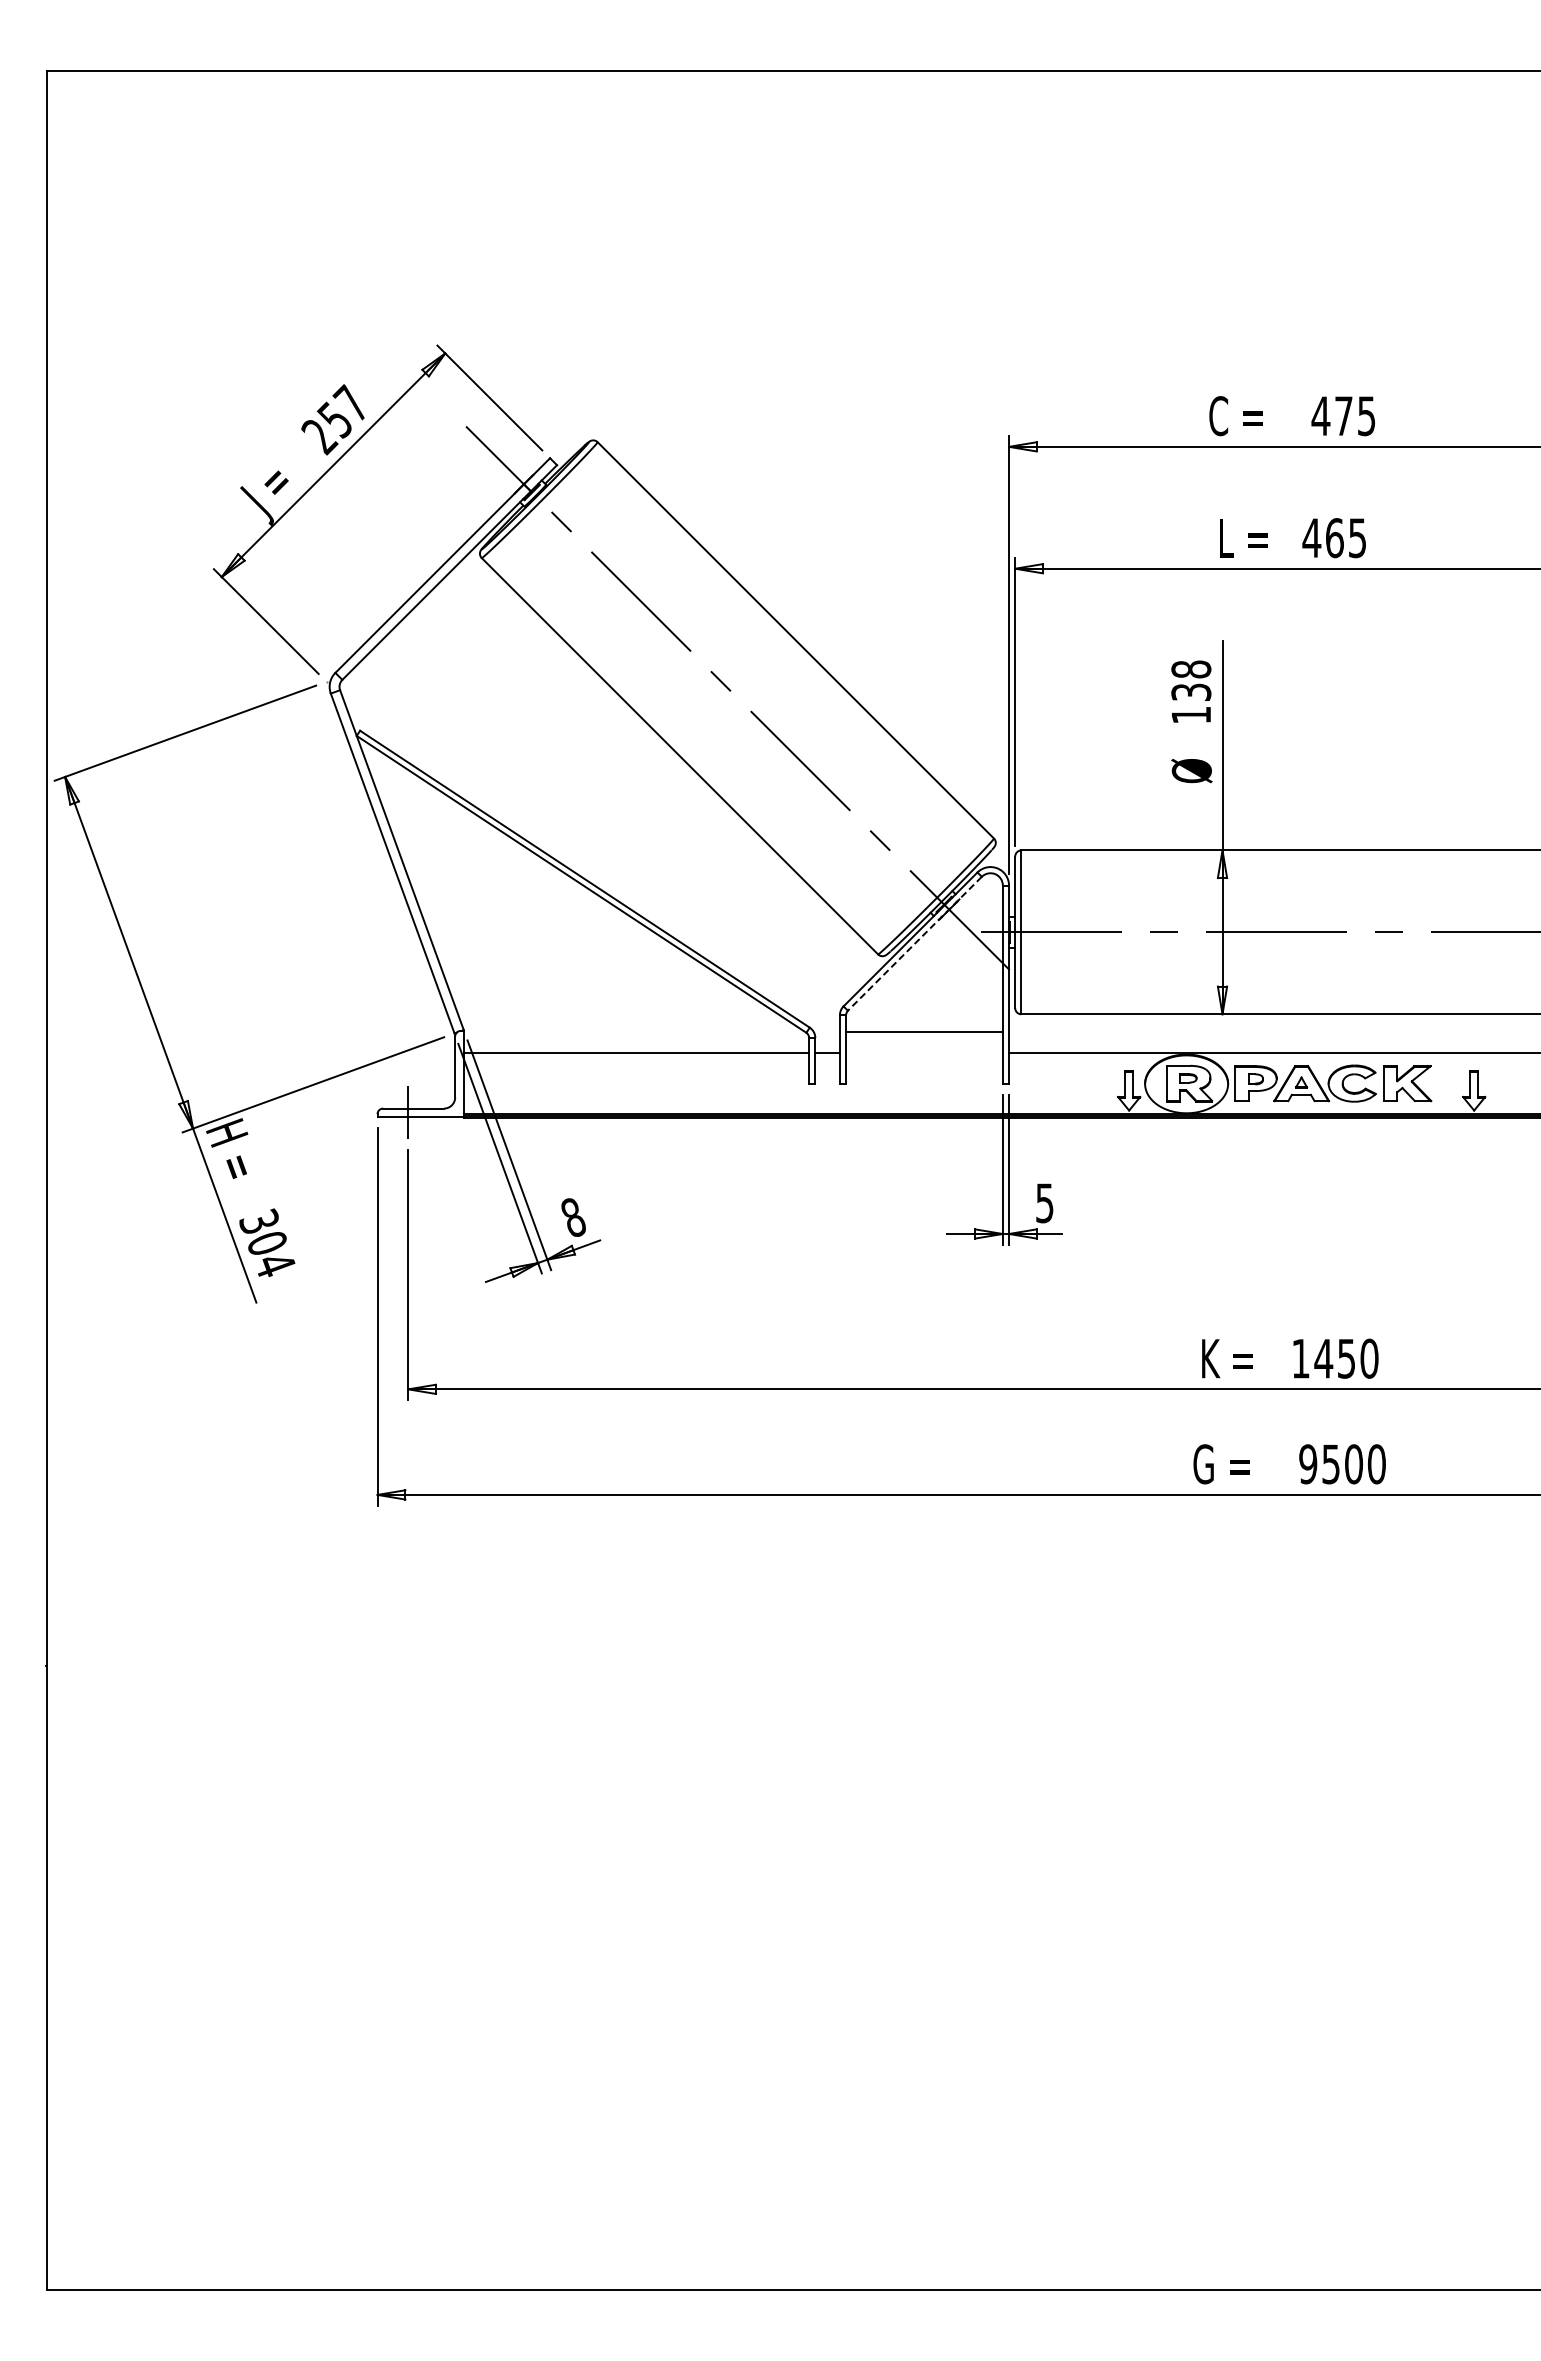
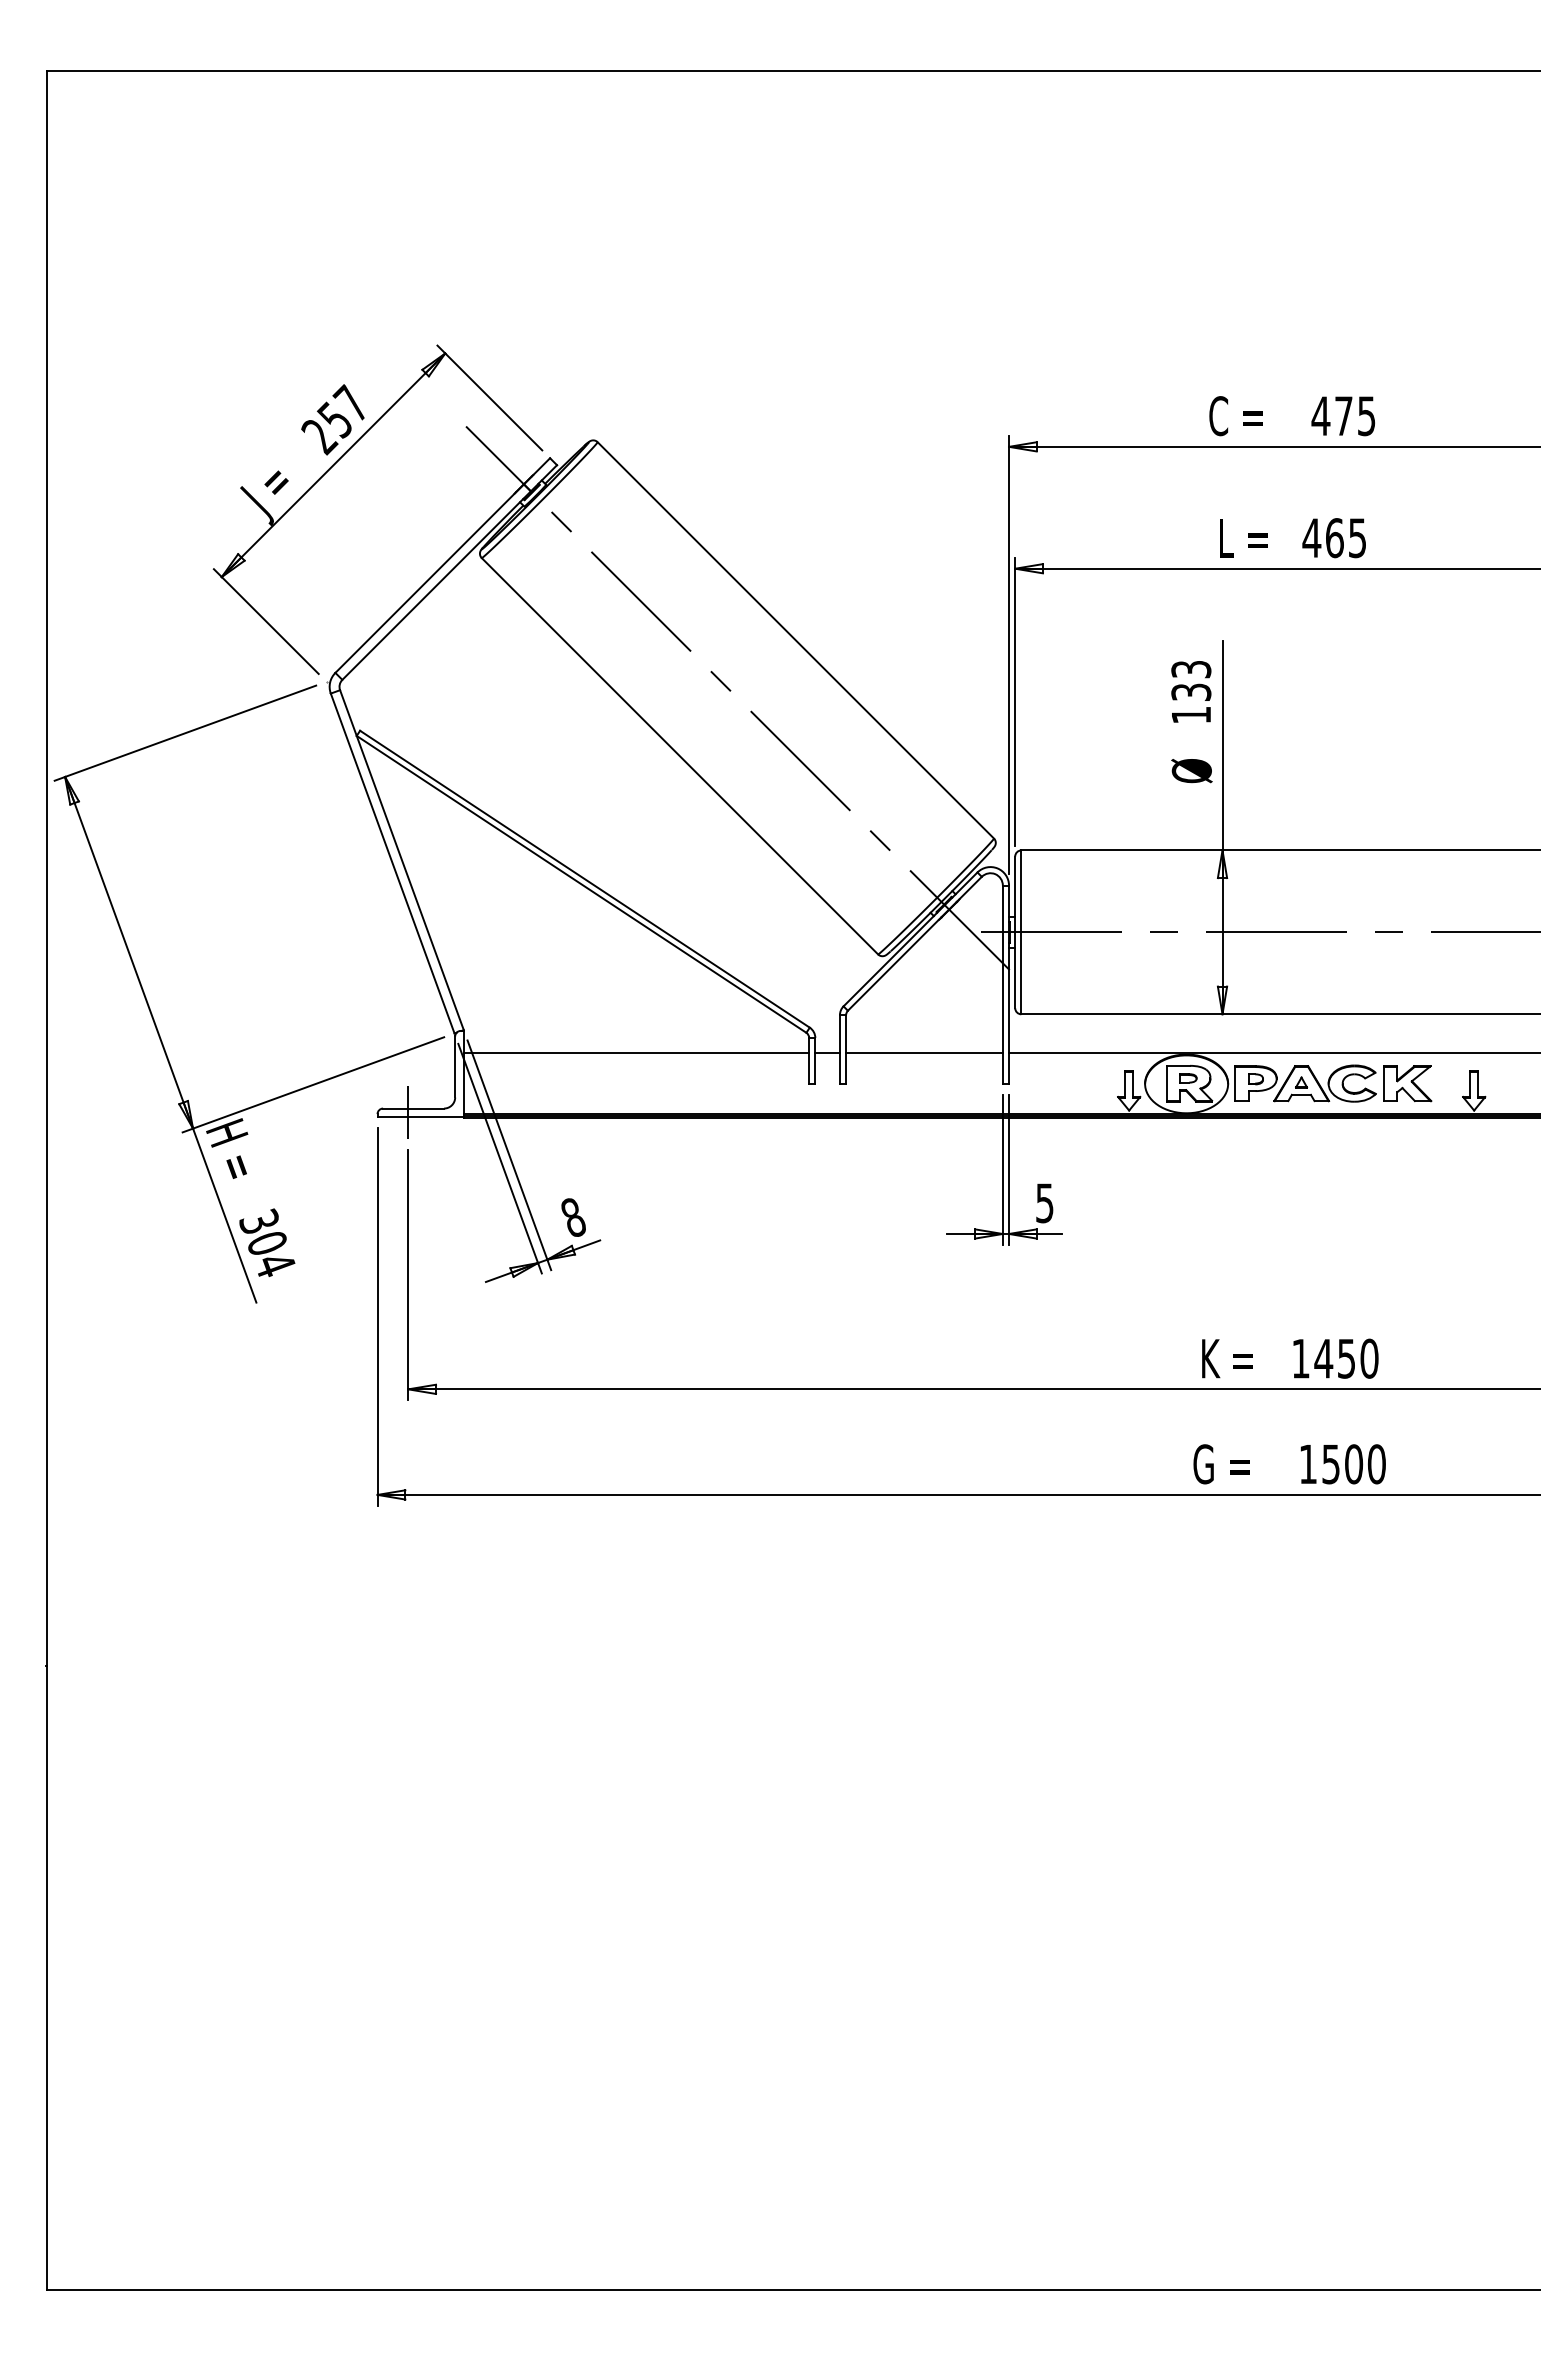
text at (1191, 669): 138 -> 133
line at (914, 943): dashed -> solid
line at (924, 1032) position: (924, 1032) -> (924, 1053)
text at (1308, 1464): 9500 -> 1500
